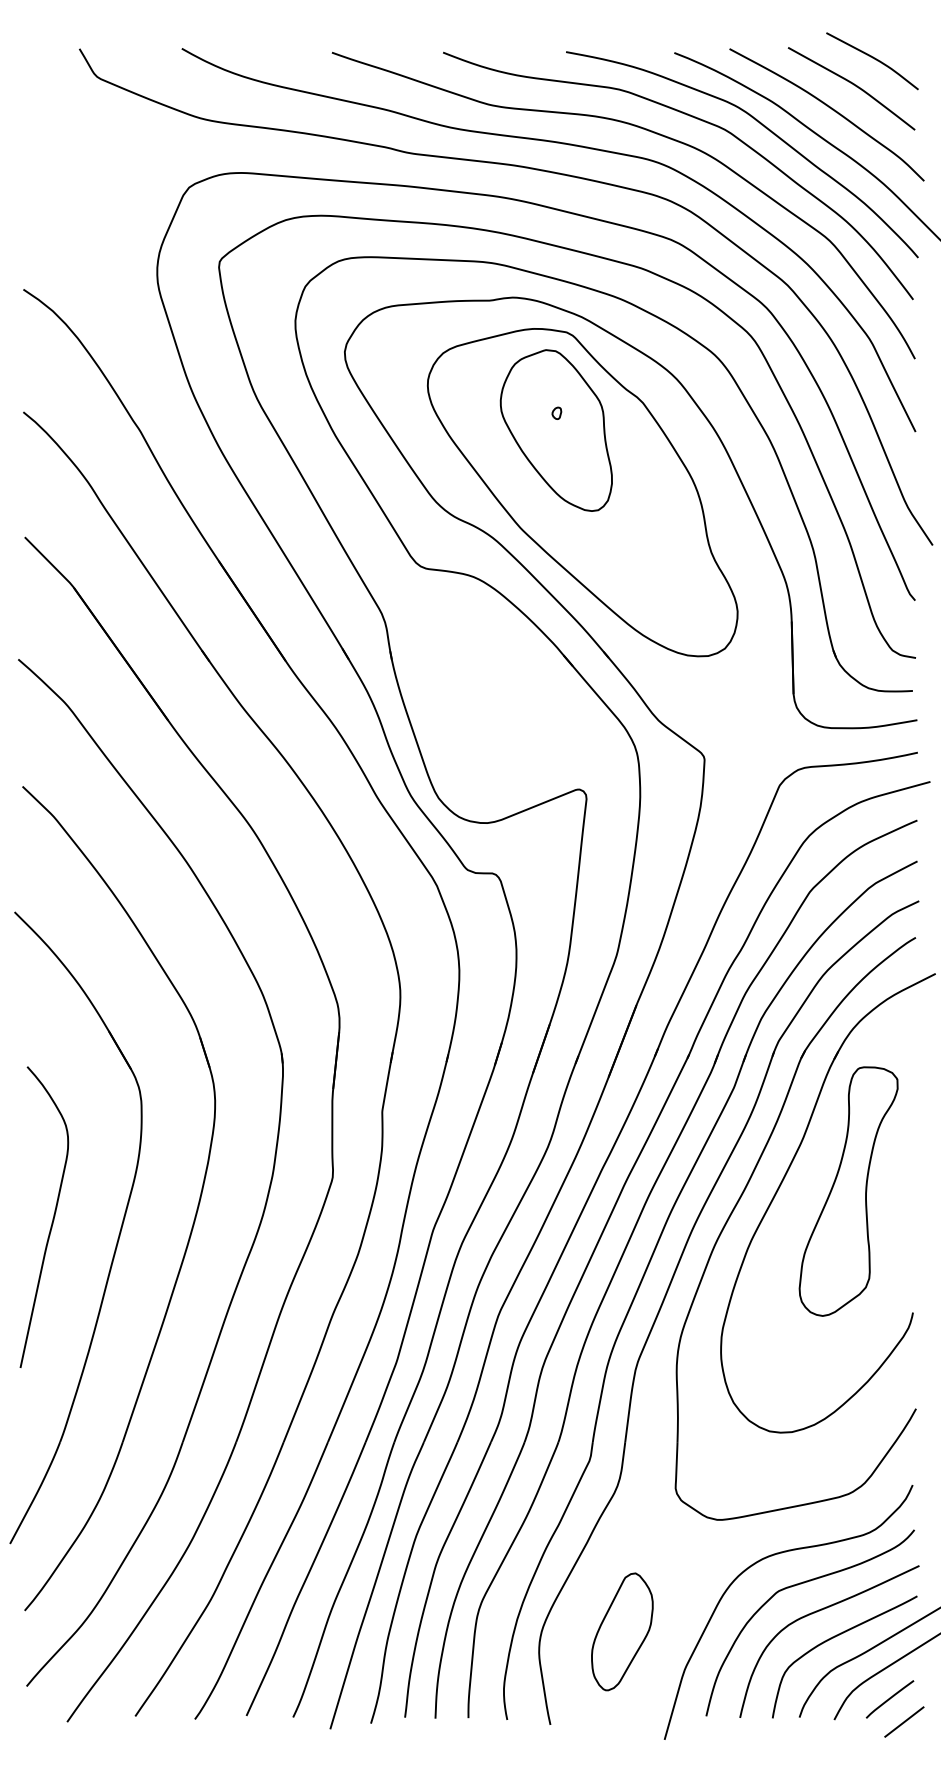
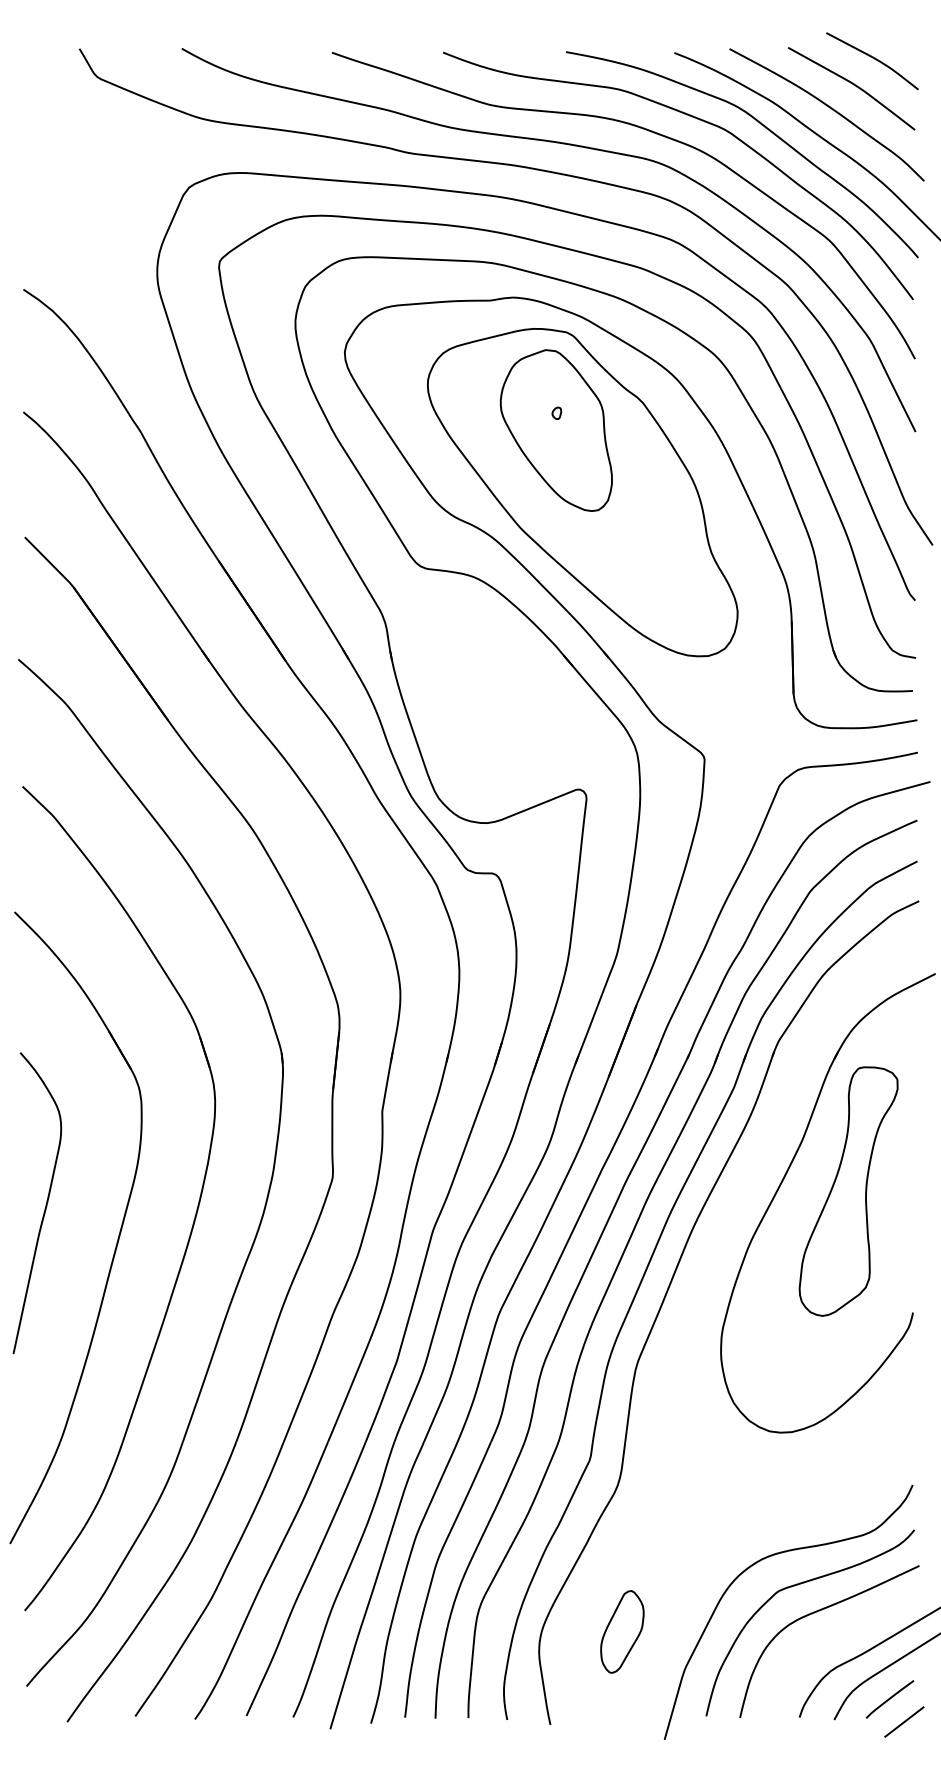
part at (739, 1201): present -> none
curve at (52, 1218) position: (52, 1218) -> (45, 1204)
part at (622, 1631) size: 63x120 px -> 45x84 px
curve at (835, 1637): present -> none
